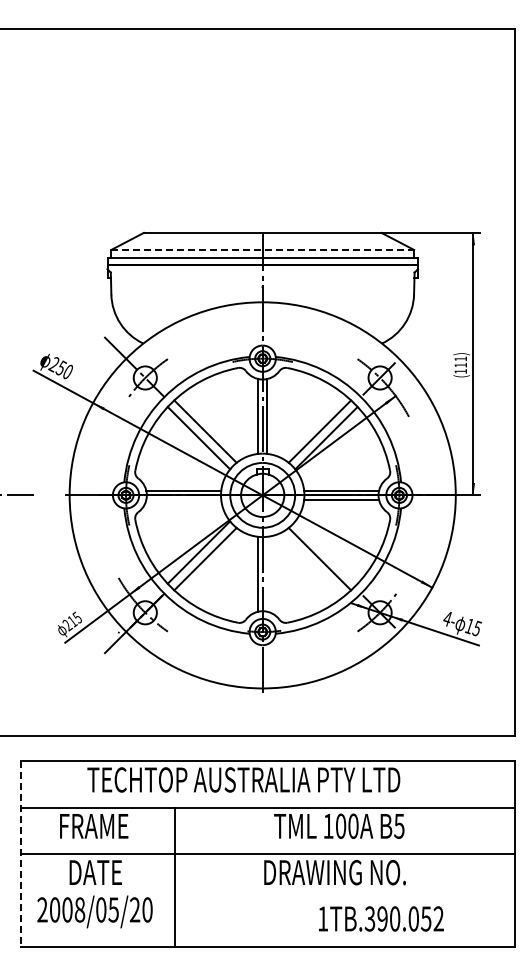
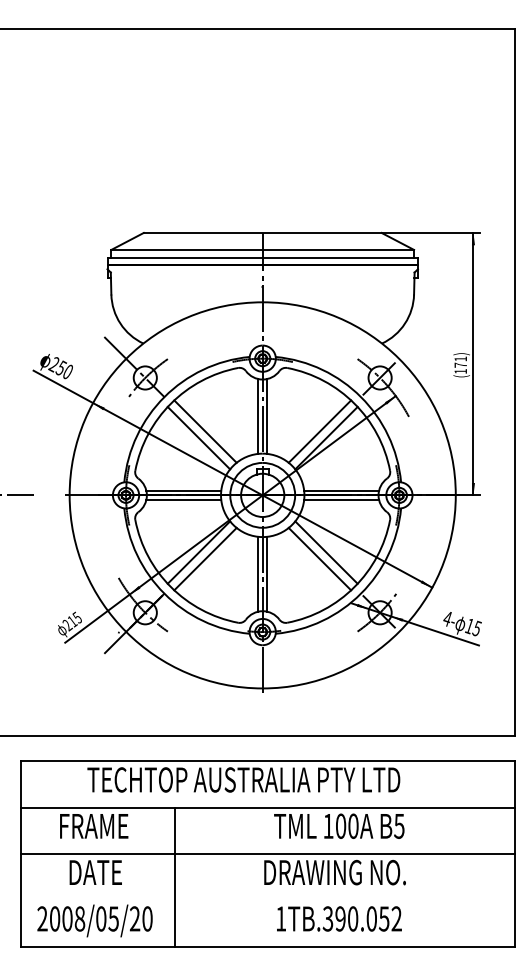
line at (263, 249): dashed -> solid
text at (460, 364): (111) -> (171)
line at (183, 500): none -> present
line at (326, 552): none -> present
line at (267, 573): none -> present
line at (20, 854): dashed -> solid
text at (94, 911) position: (94, 911) -> (94, 920)
text at (381, 918) position: (381, 918) -> (339, 918)
